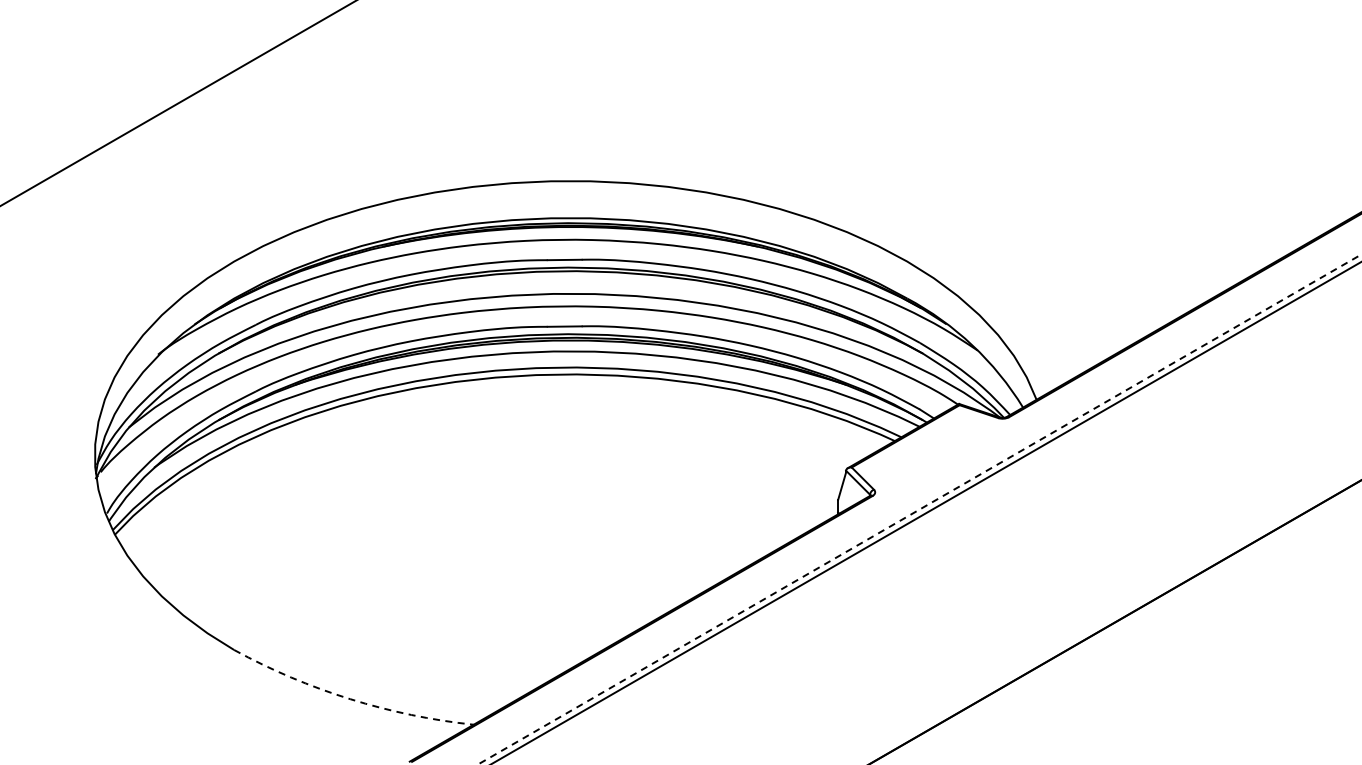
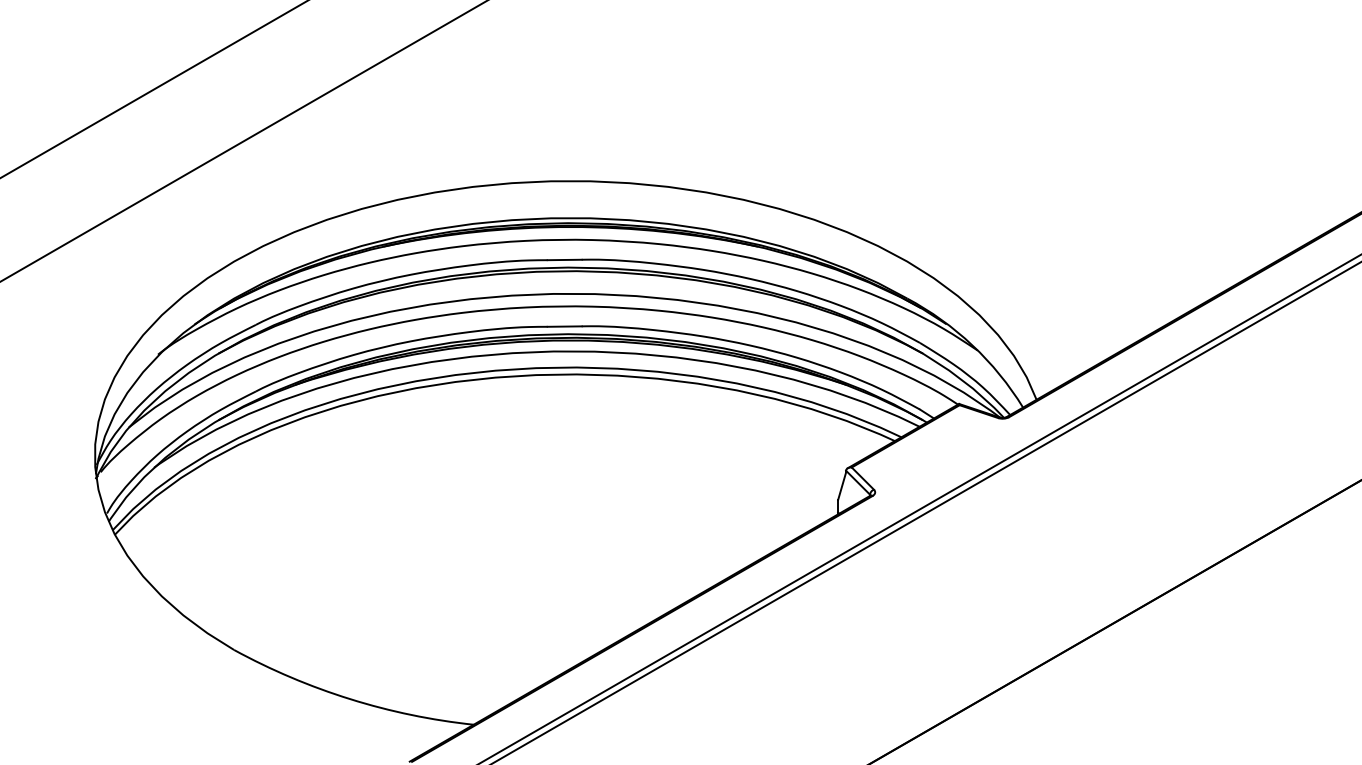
line at (177, 103) position: (177, 103) -> (153, 89)
line at (243, 141): none -> present
line at (920, 509): dashed -> solid
arc at (350, 699): dashed -> solid
